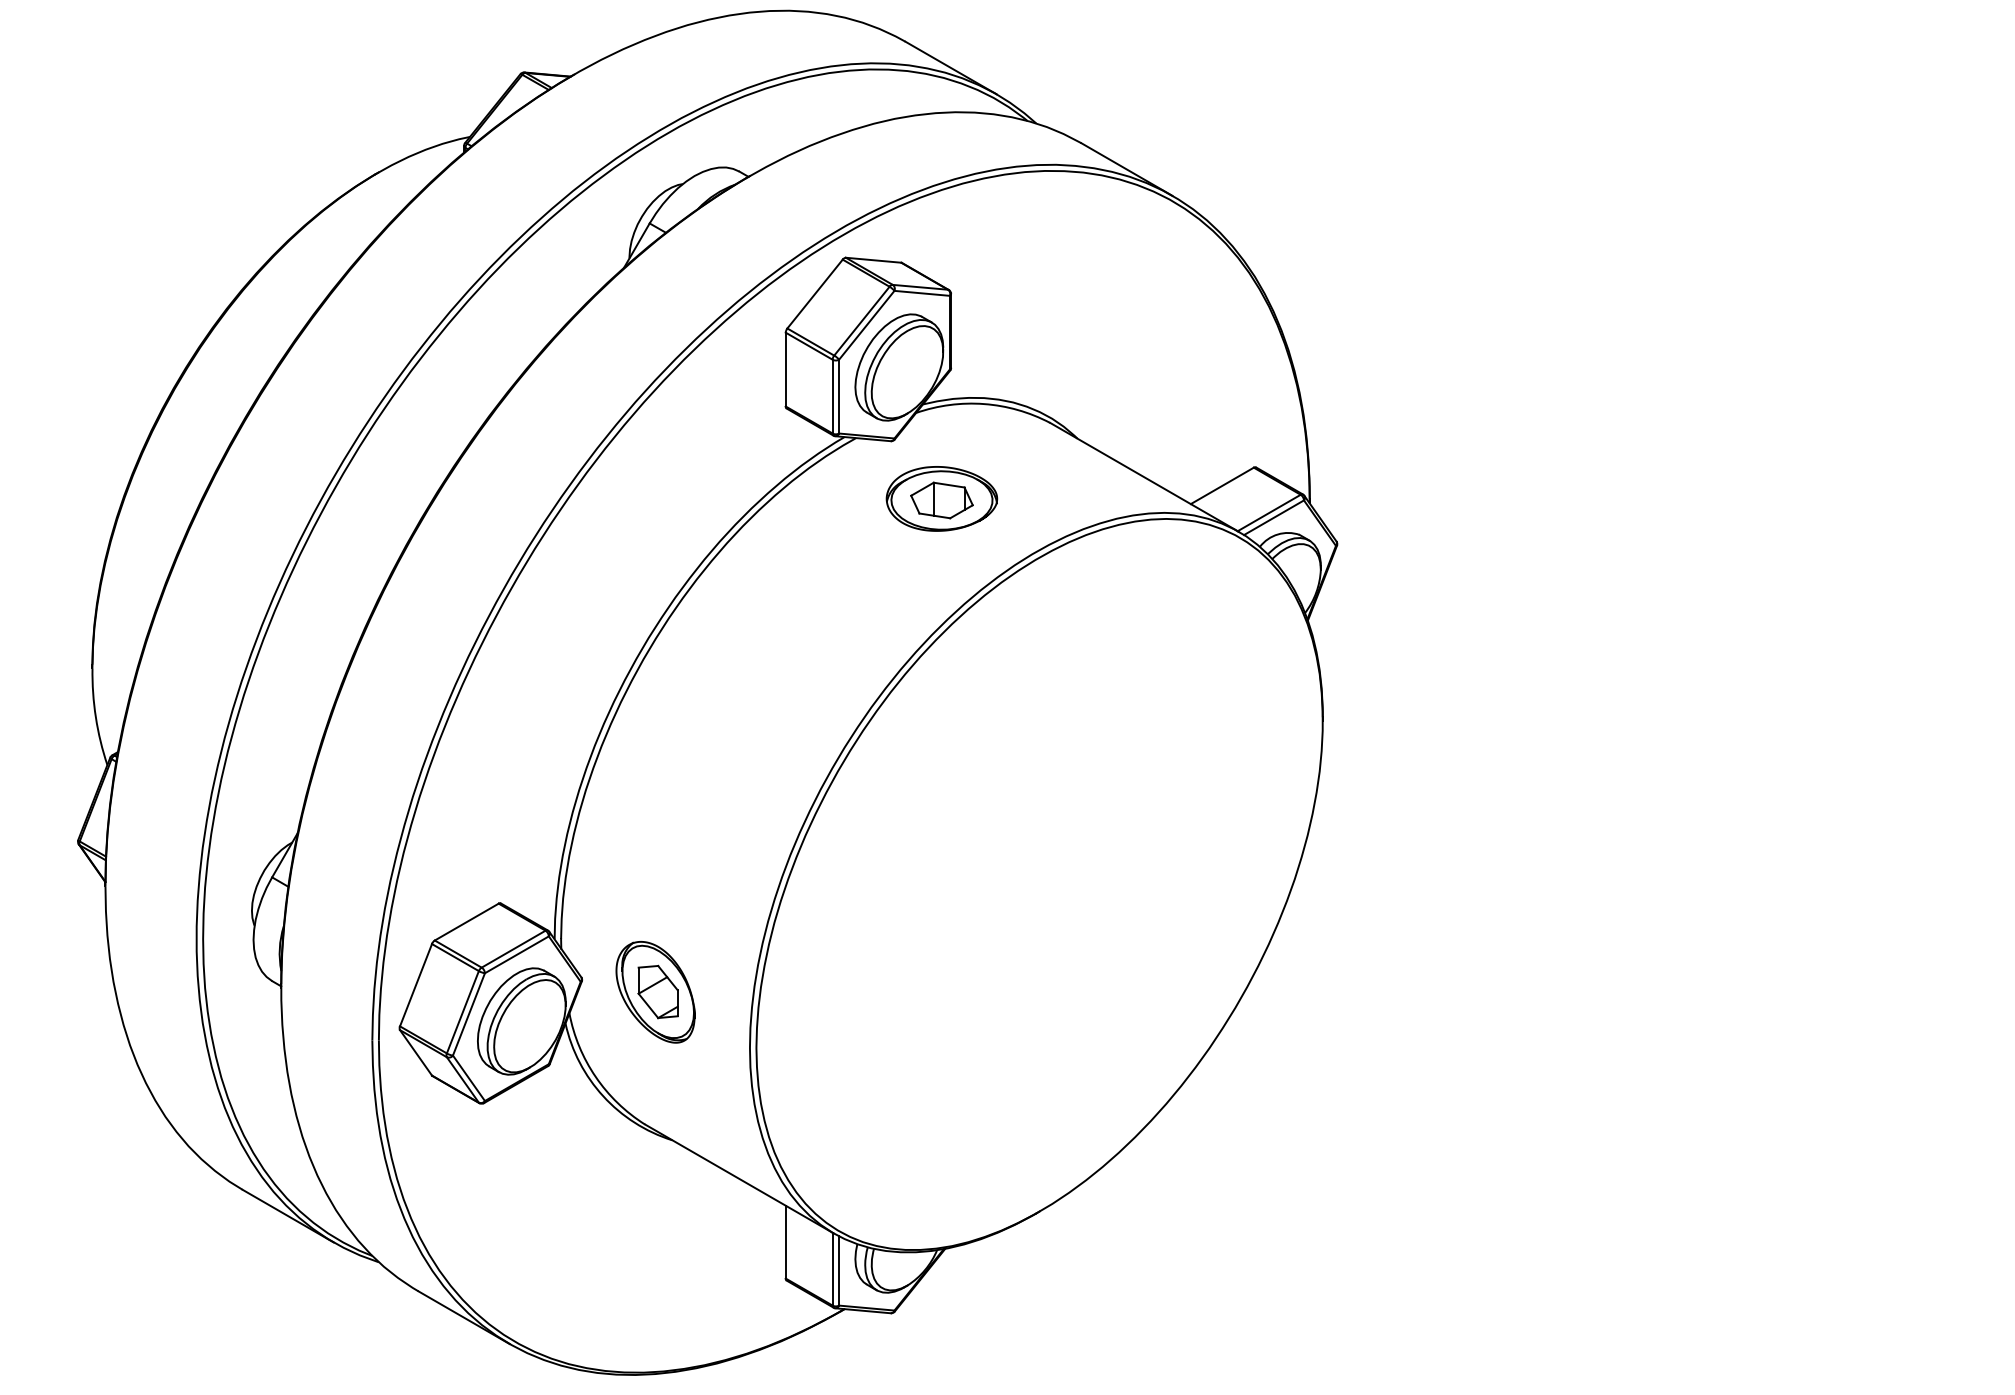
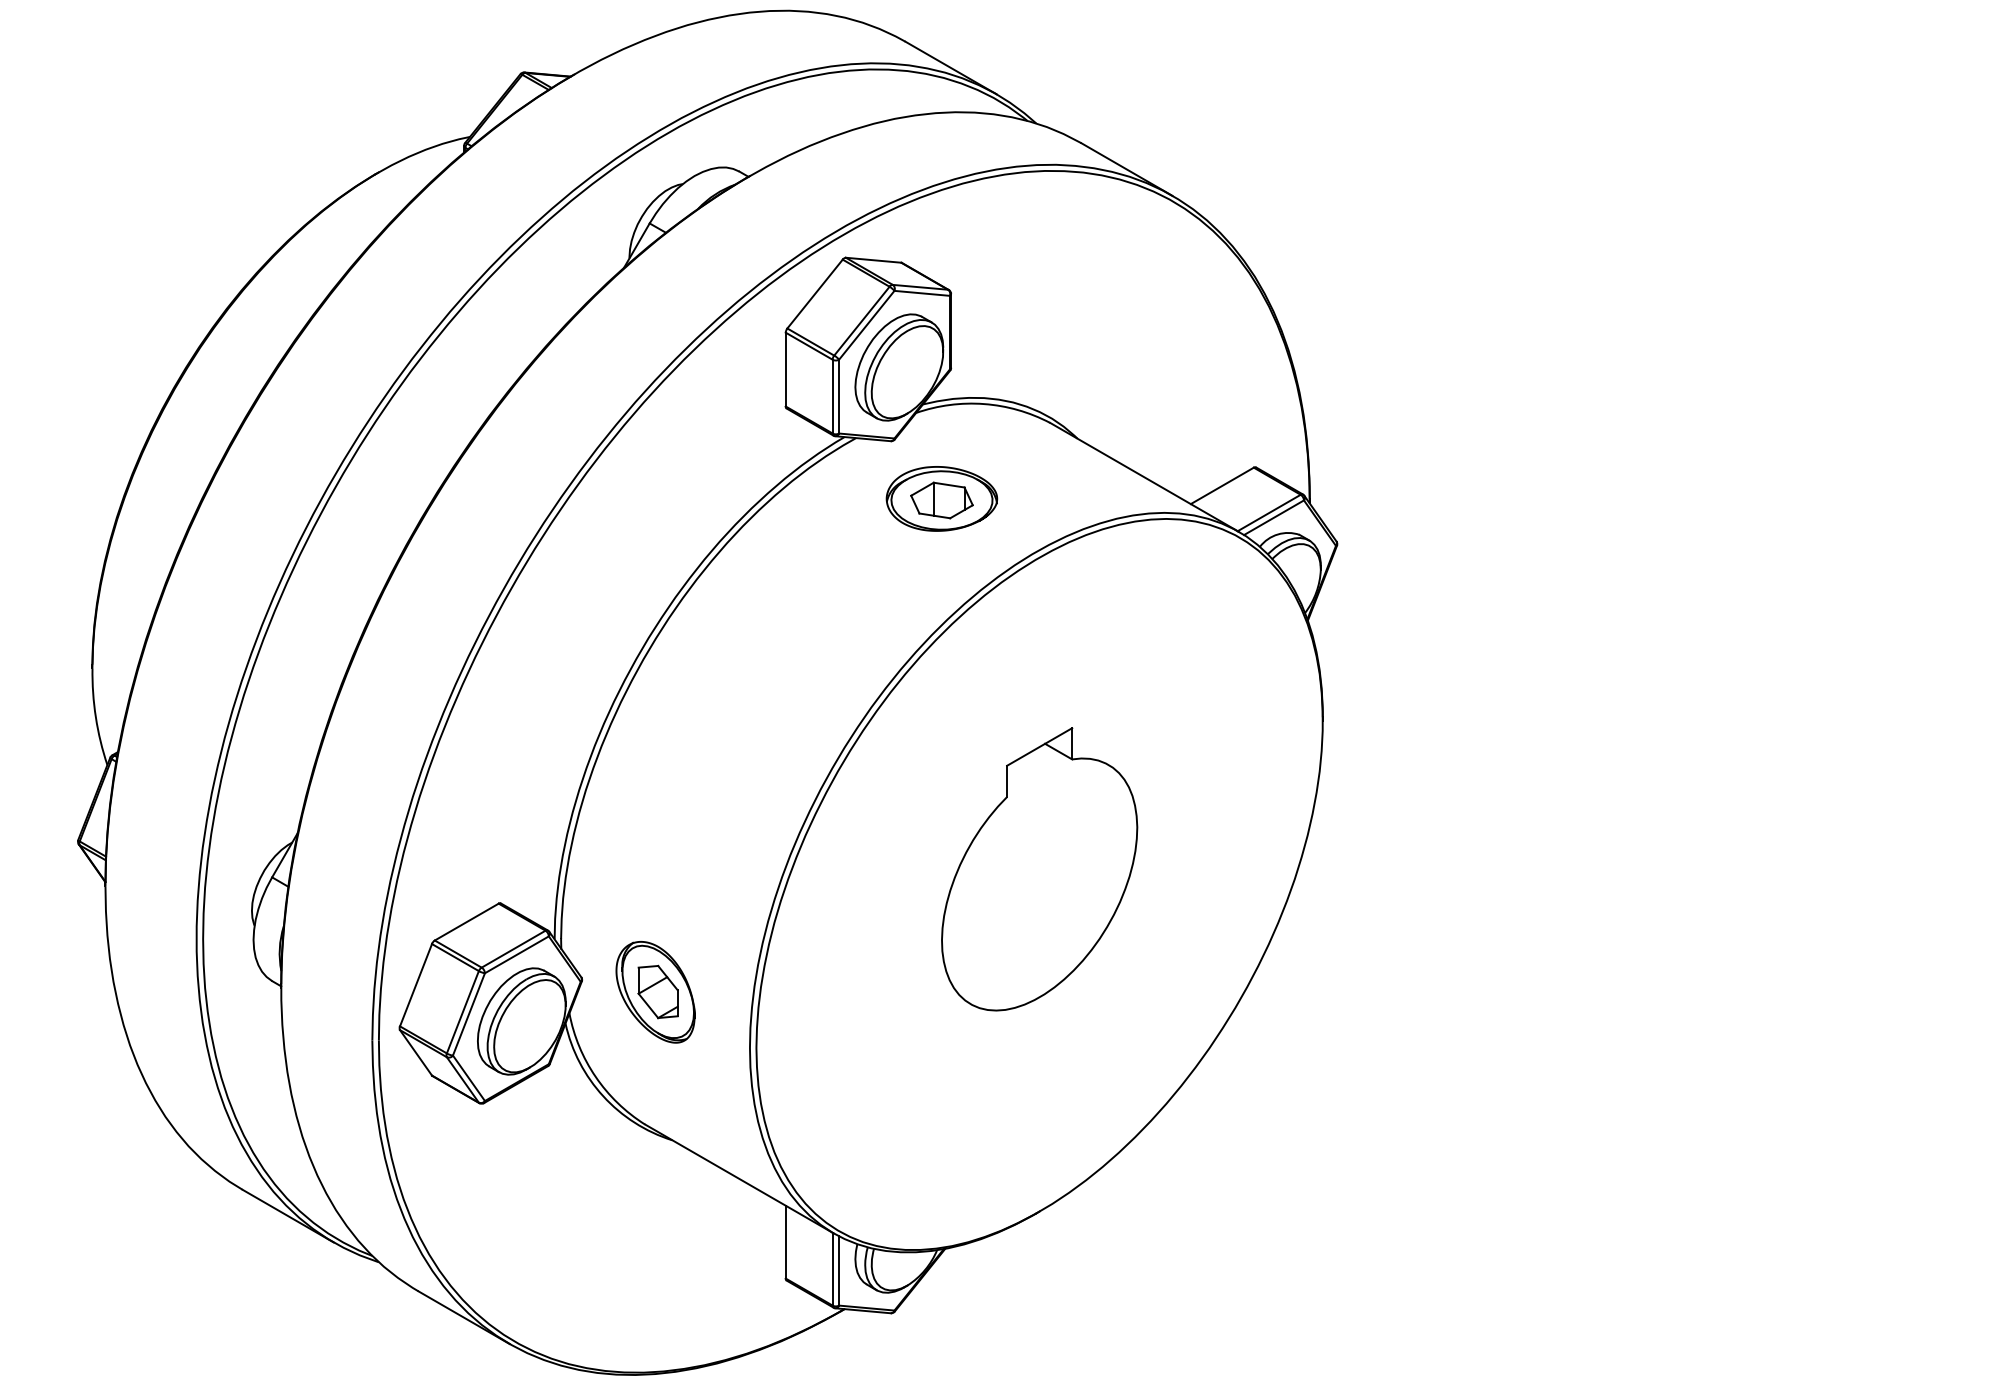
part at (1039, 869): none -> present
